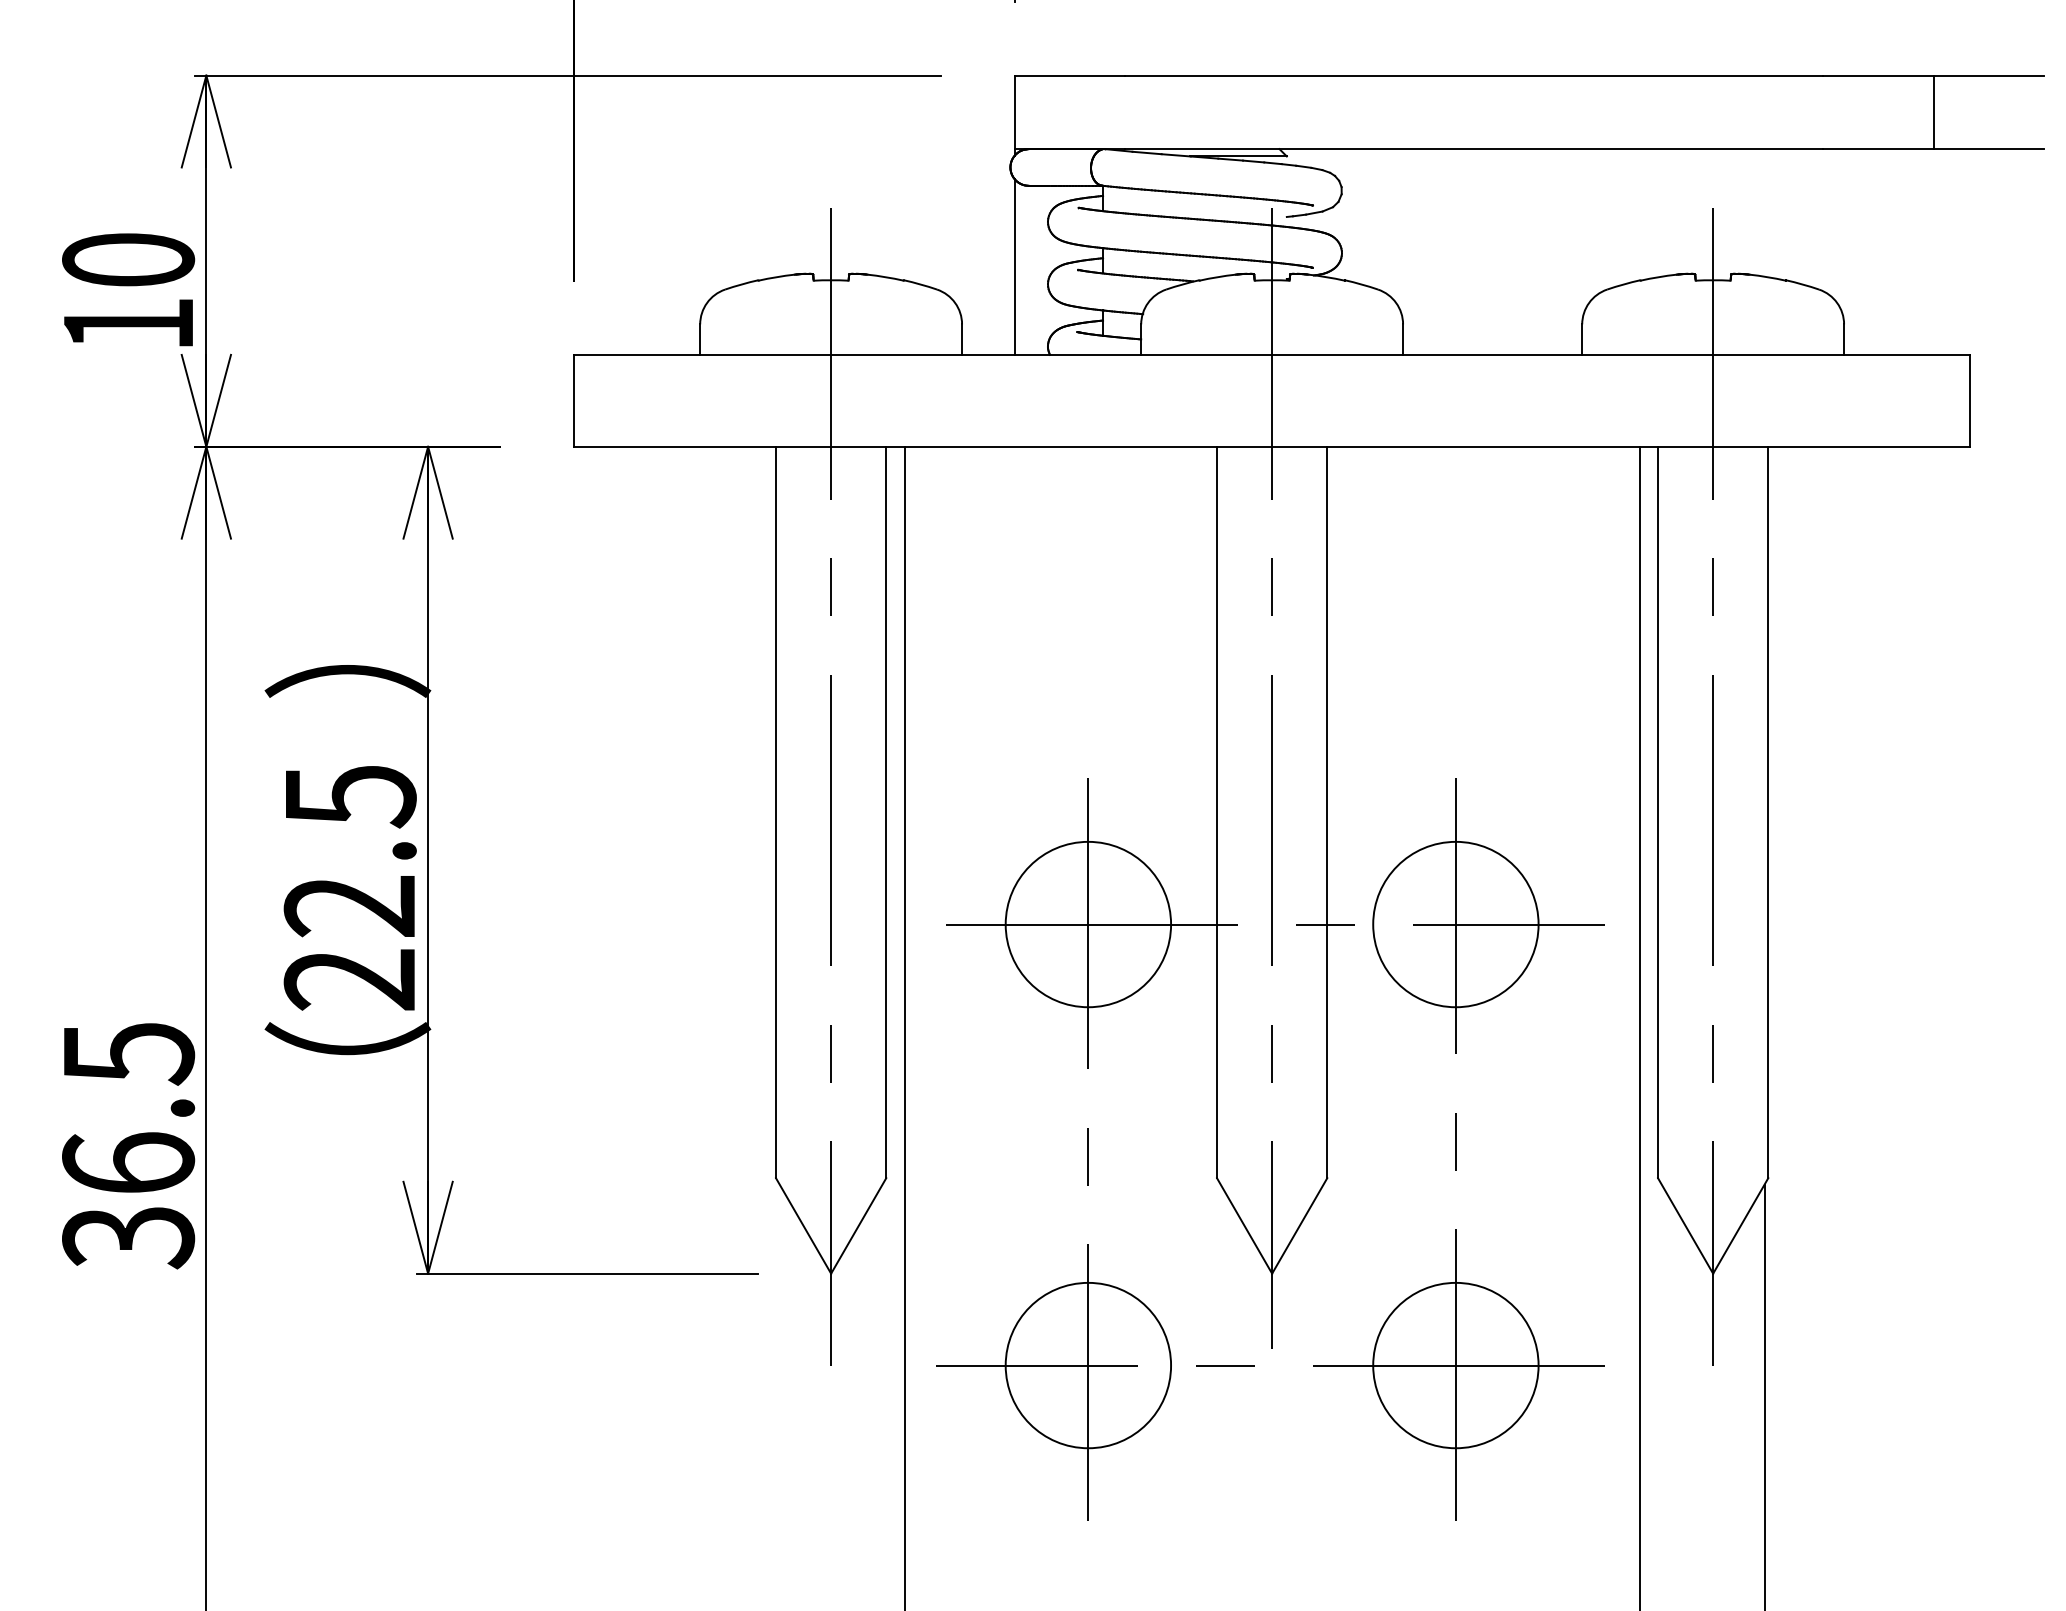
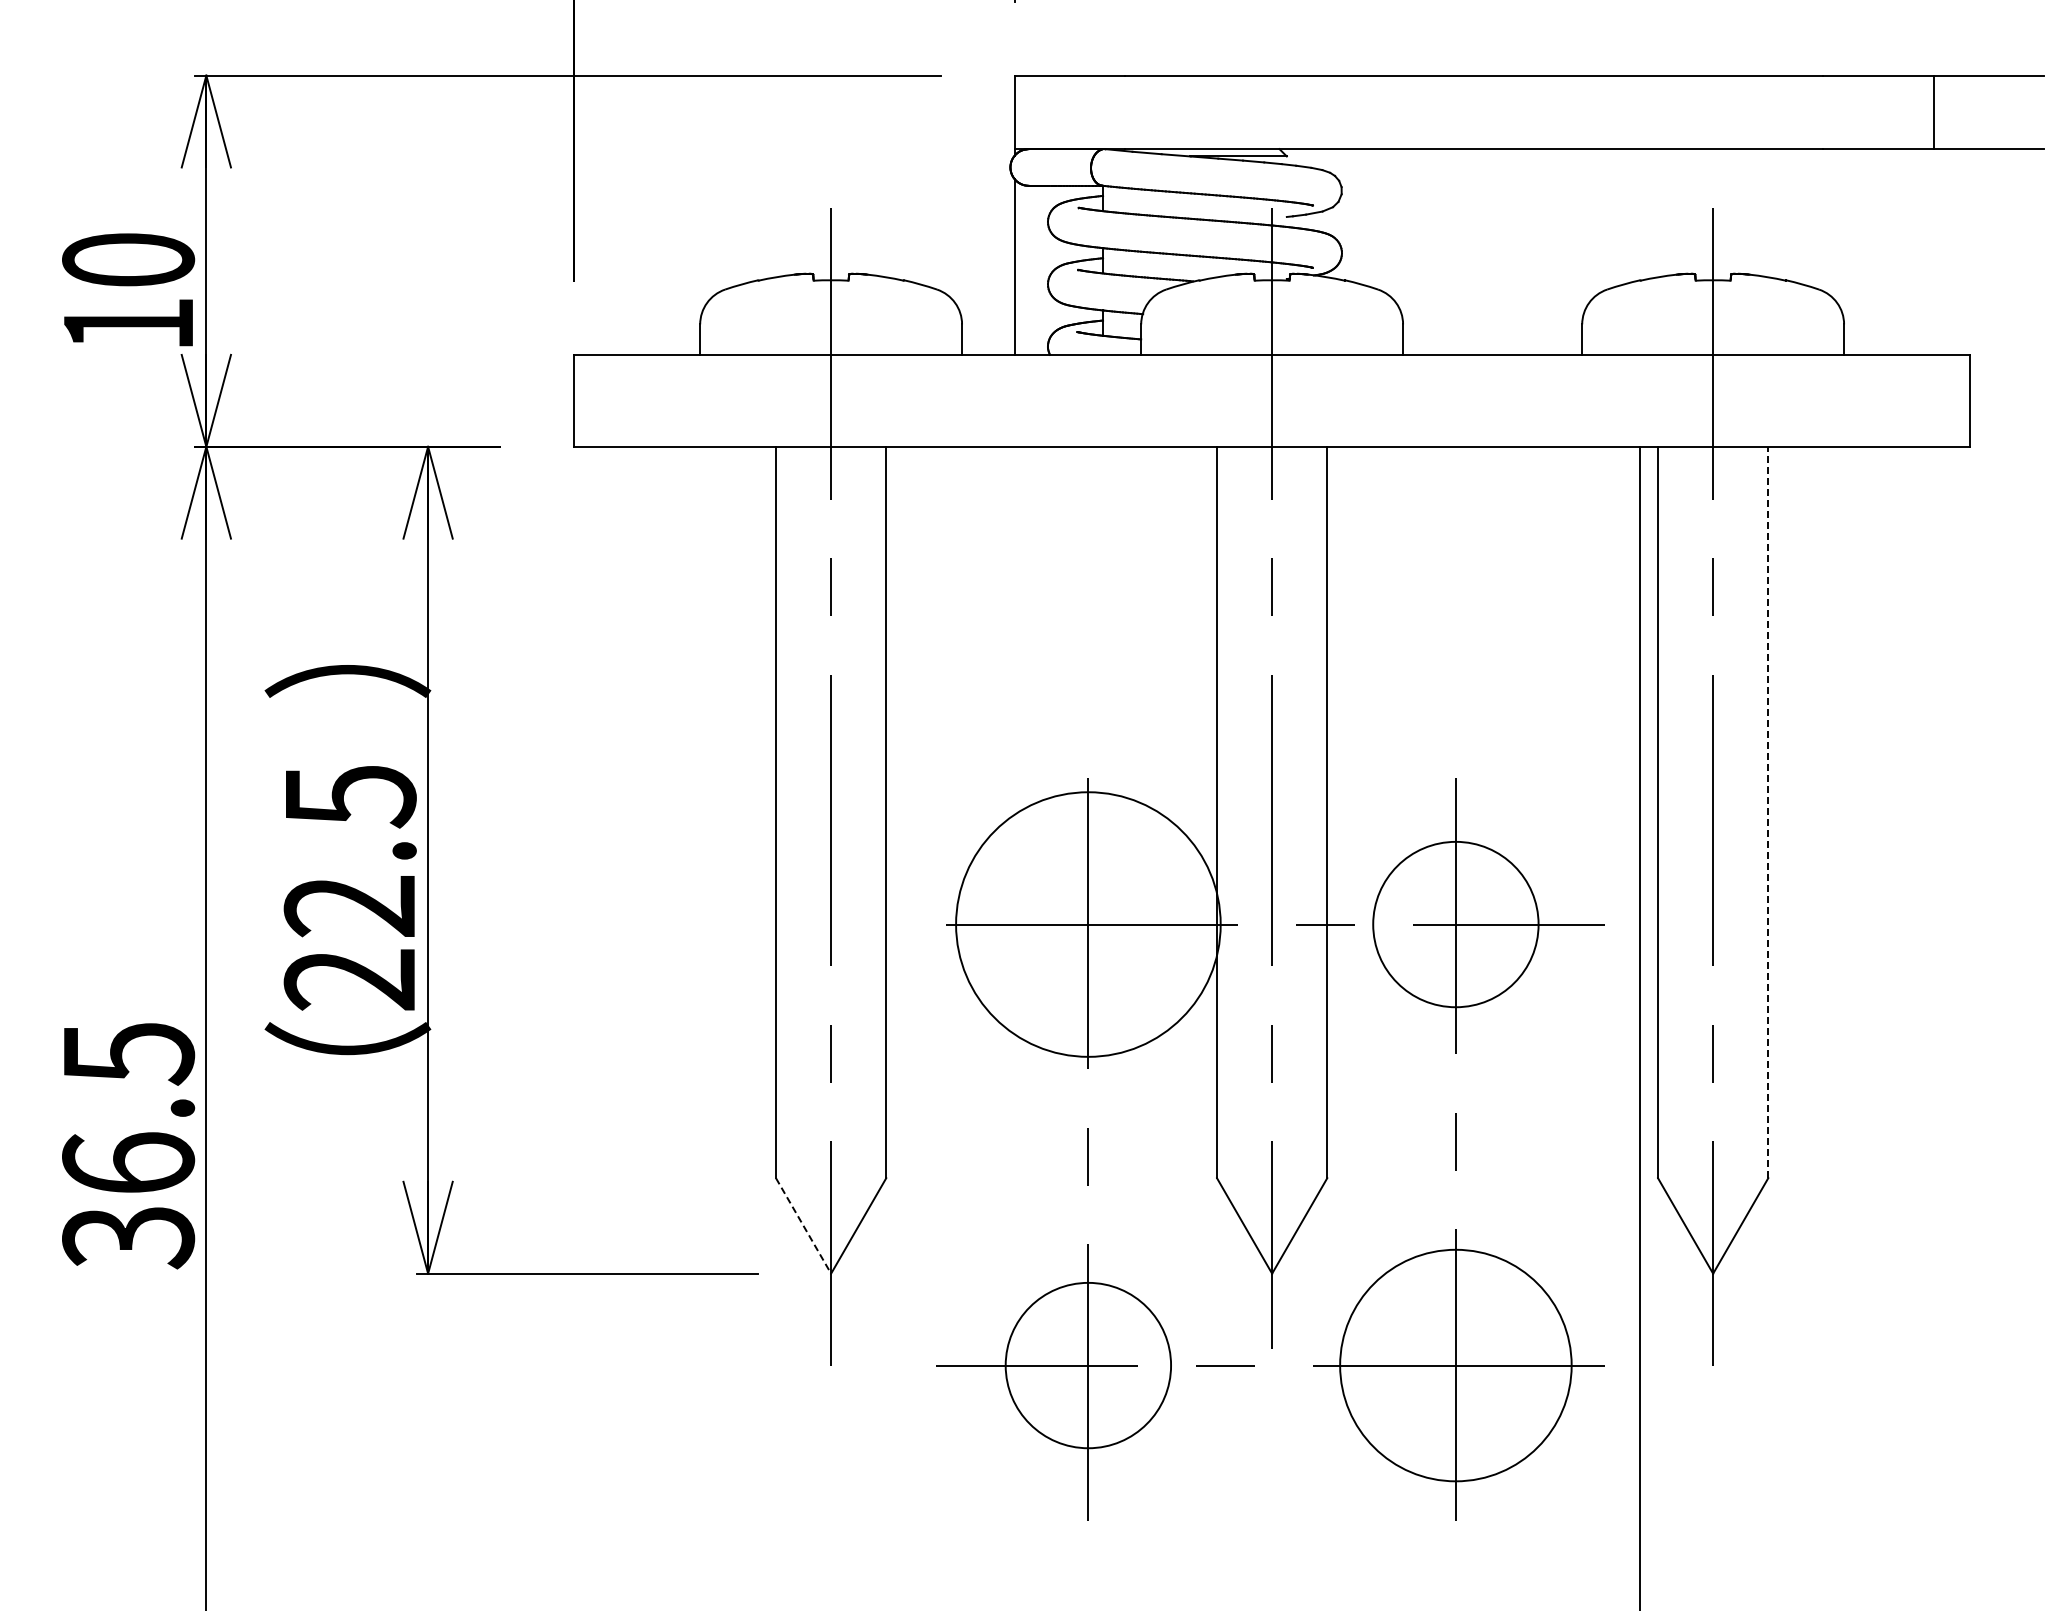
line at (1768, 812): solid -> dashed
circle at (1088, 924) diameter: 165 px -> 265 px
line at (904, 1026): present -> none
line at (803, 1226): solid -> dashed
circle at (1455, 1365) diameter: 165 px -> 232 px
line at (1764, 1395): present -> none
